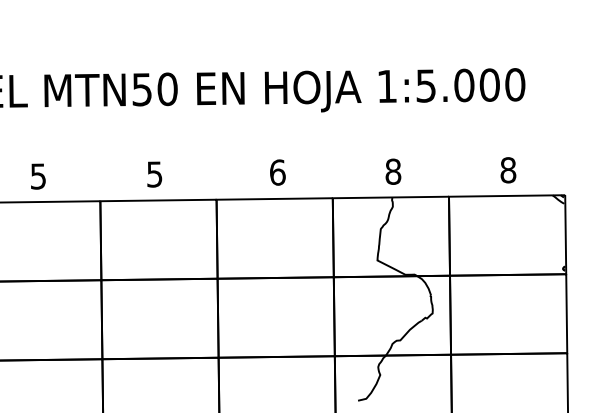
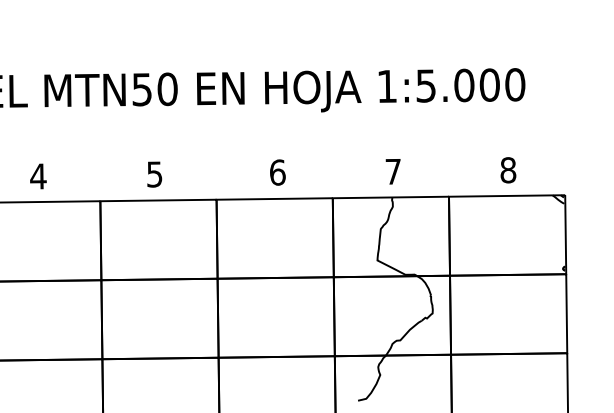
text at (393, 171): 8 -> 7
text at (38, 176): 5 -> 4
